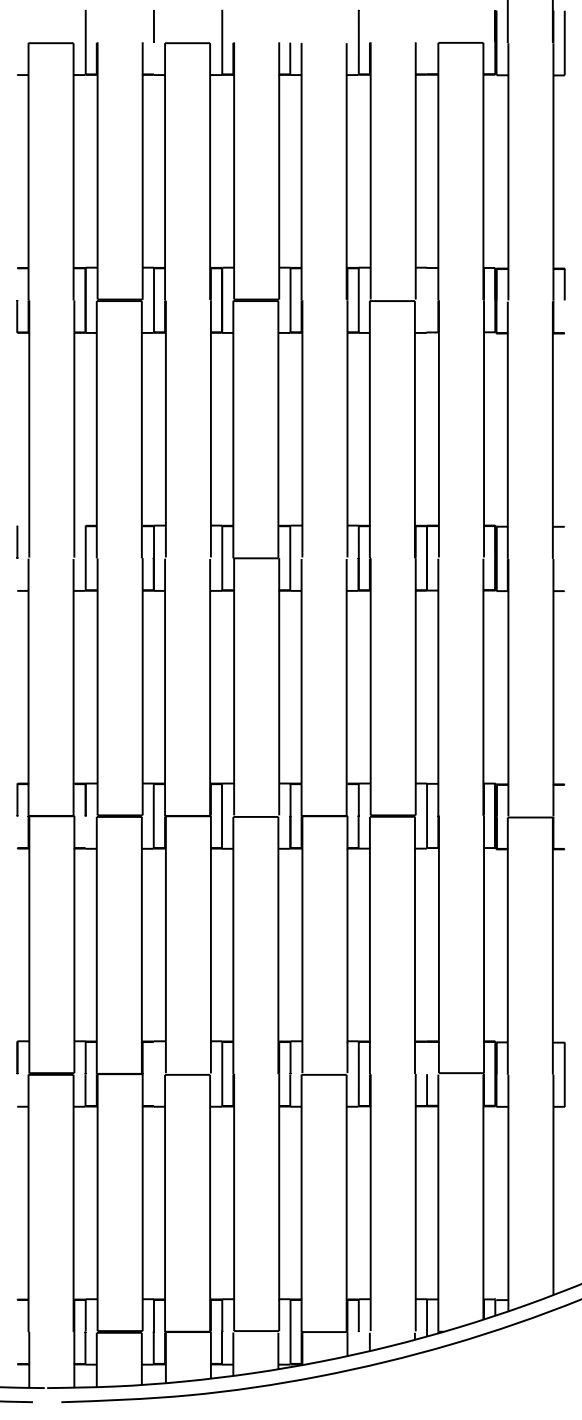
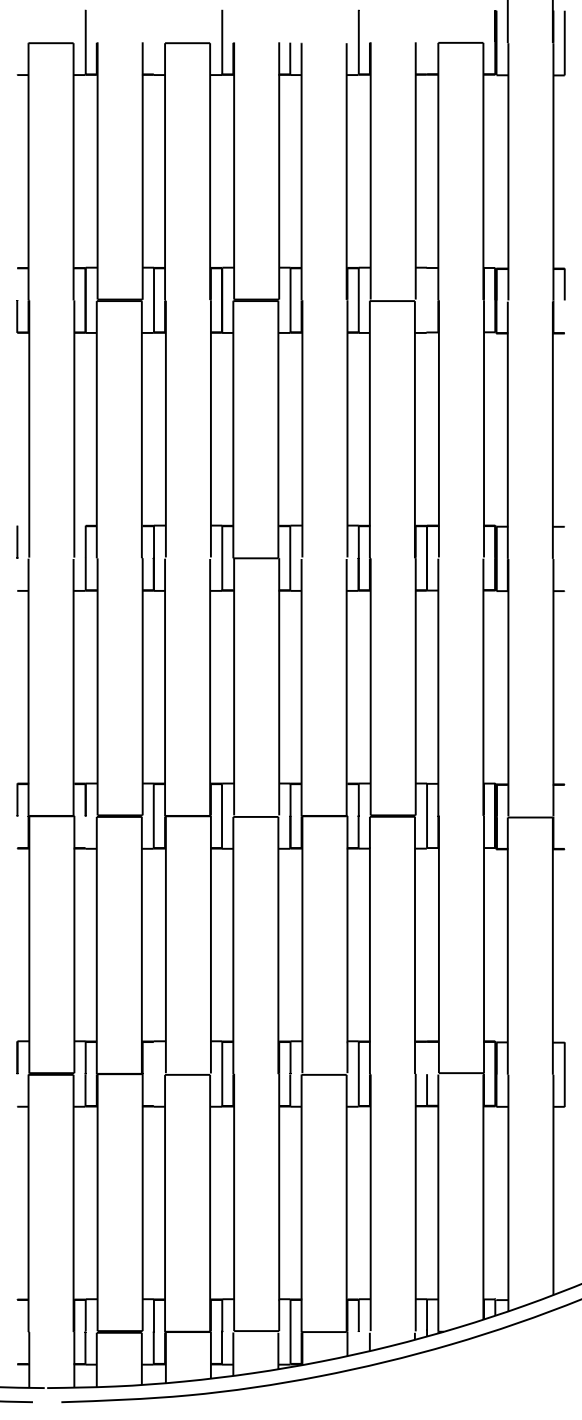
line at (153, 25): present -> none
